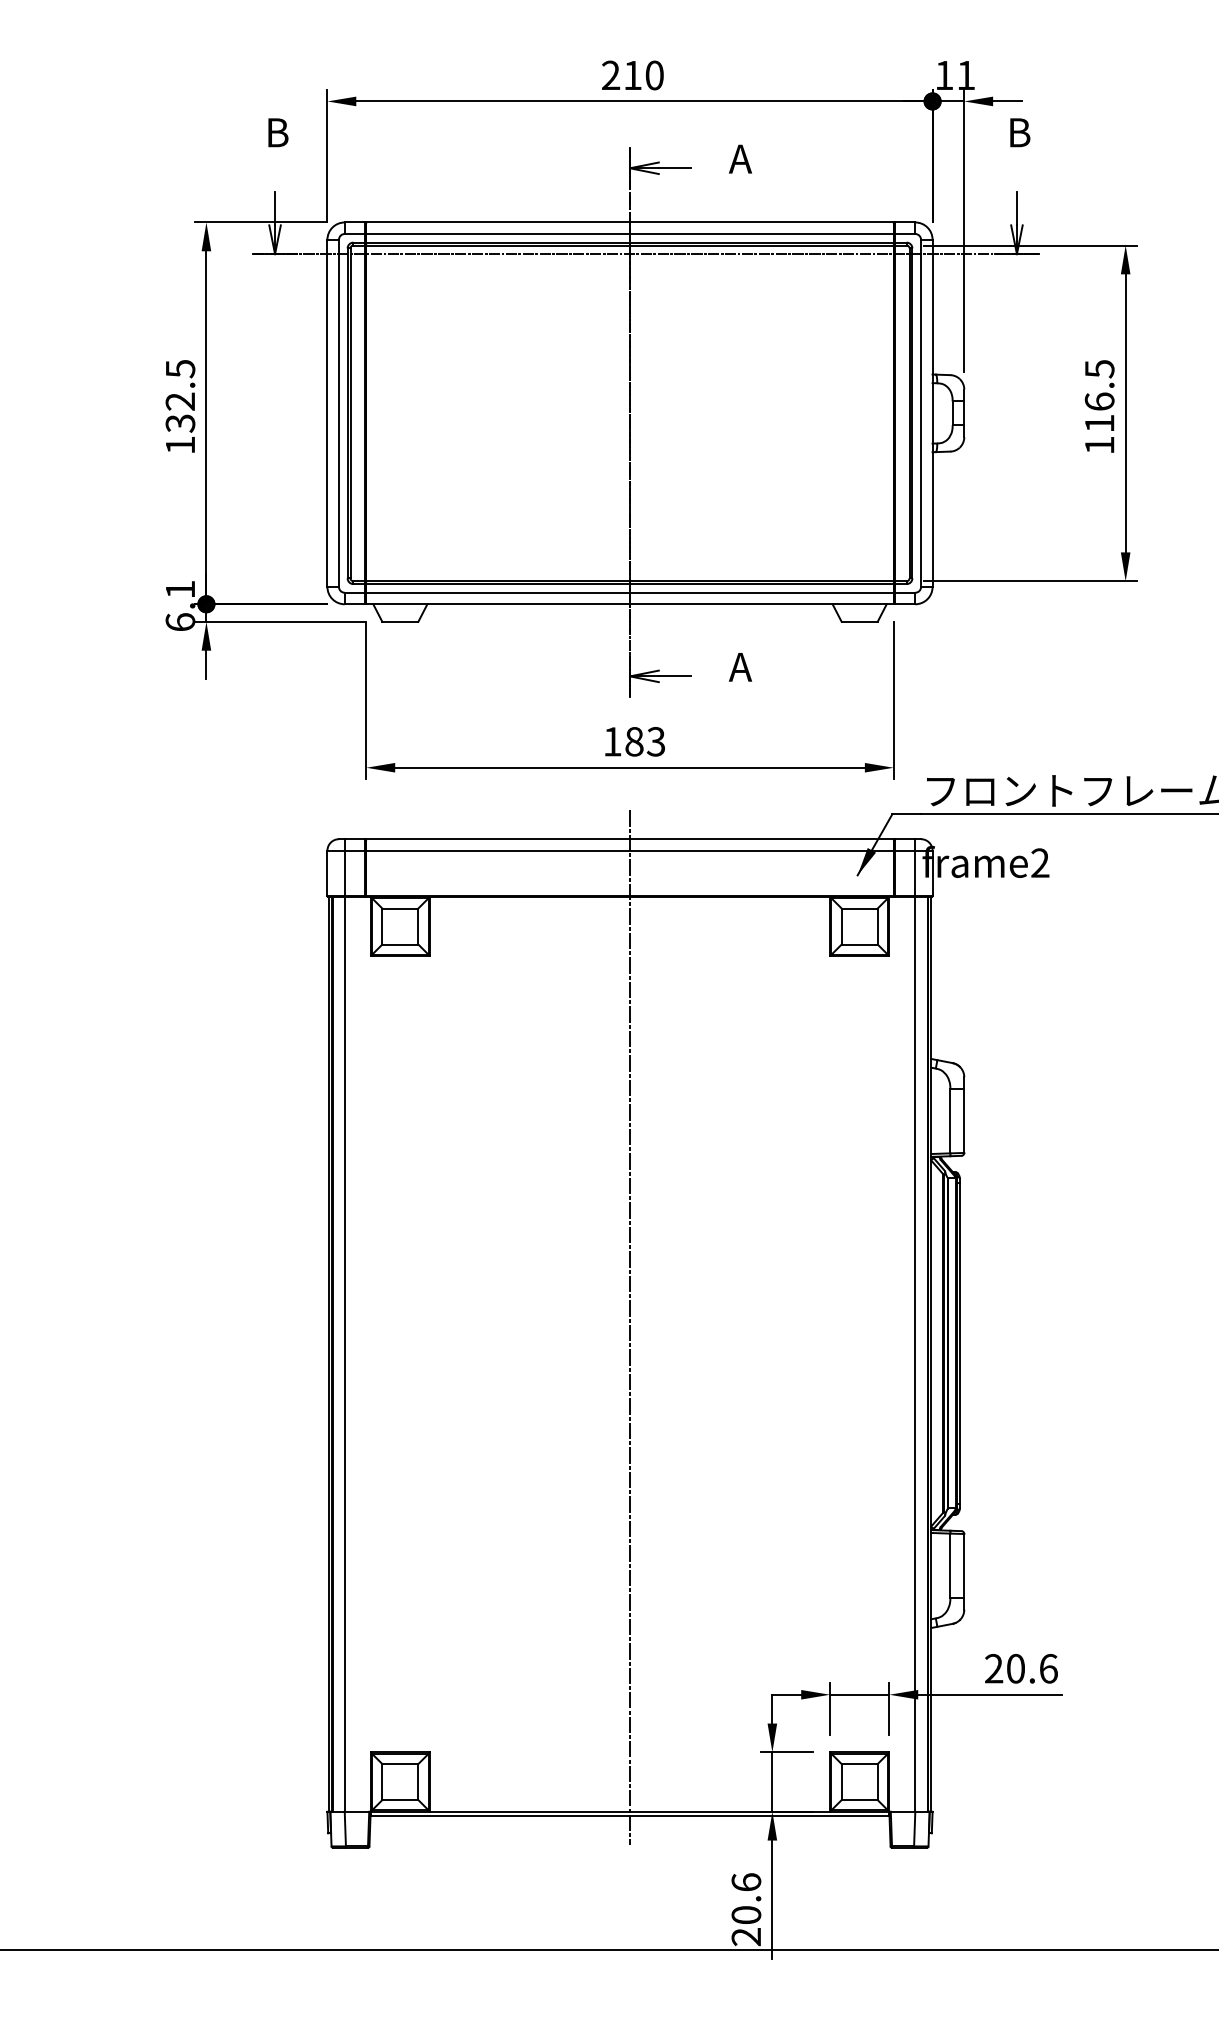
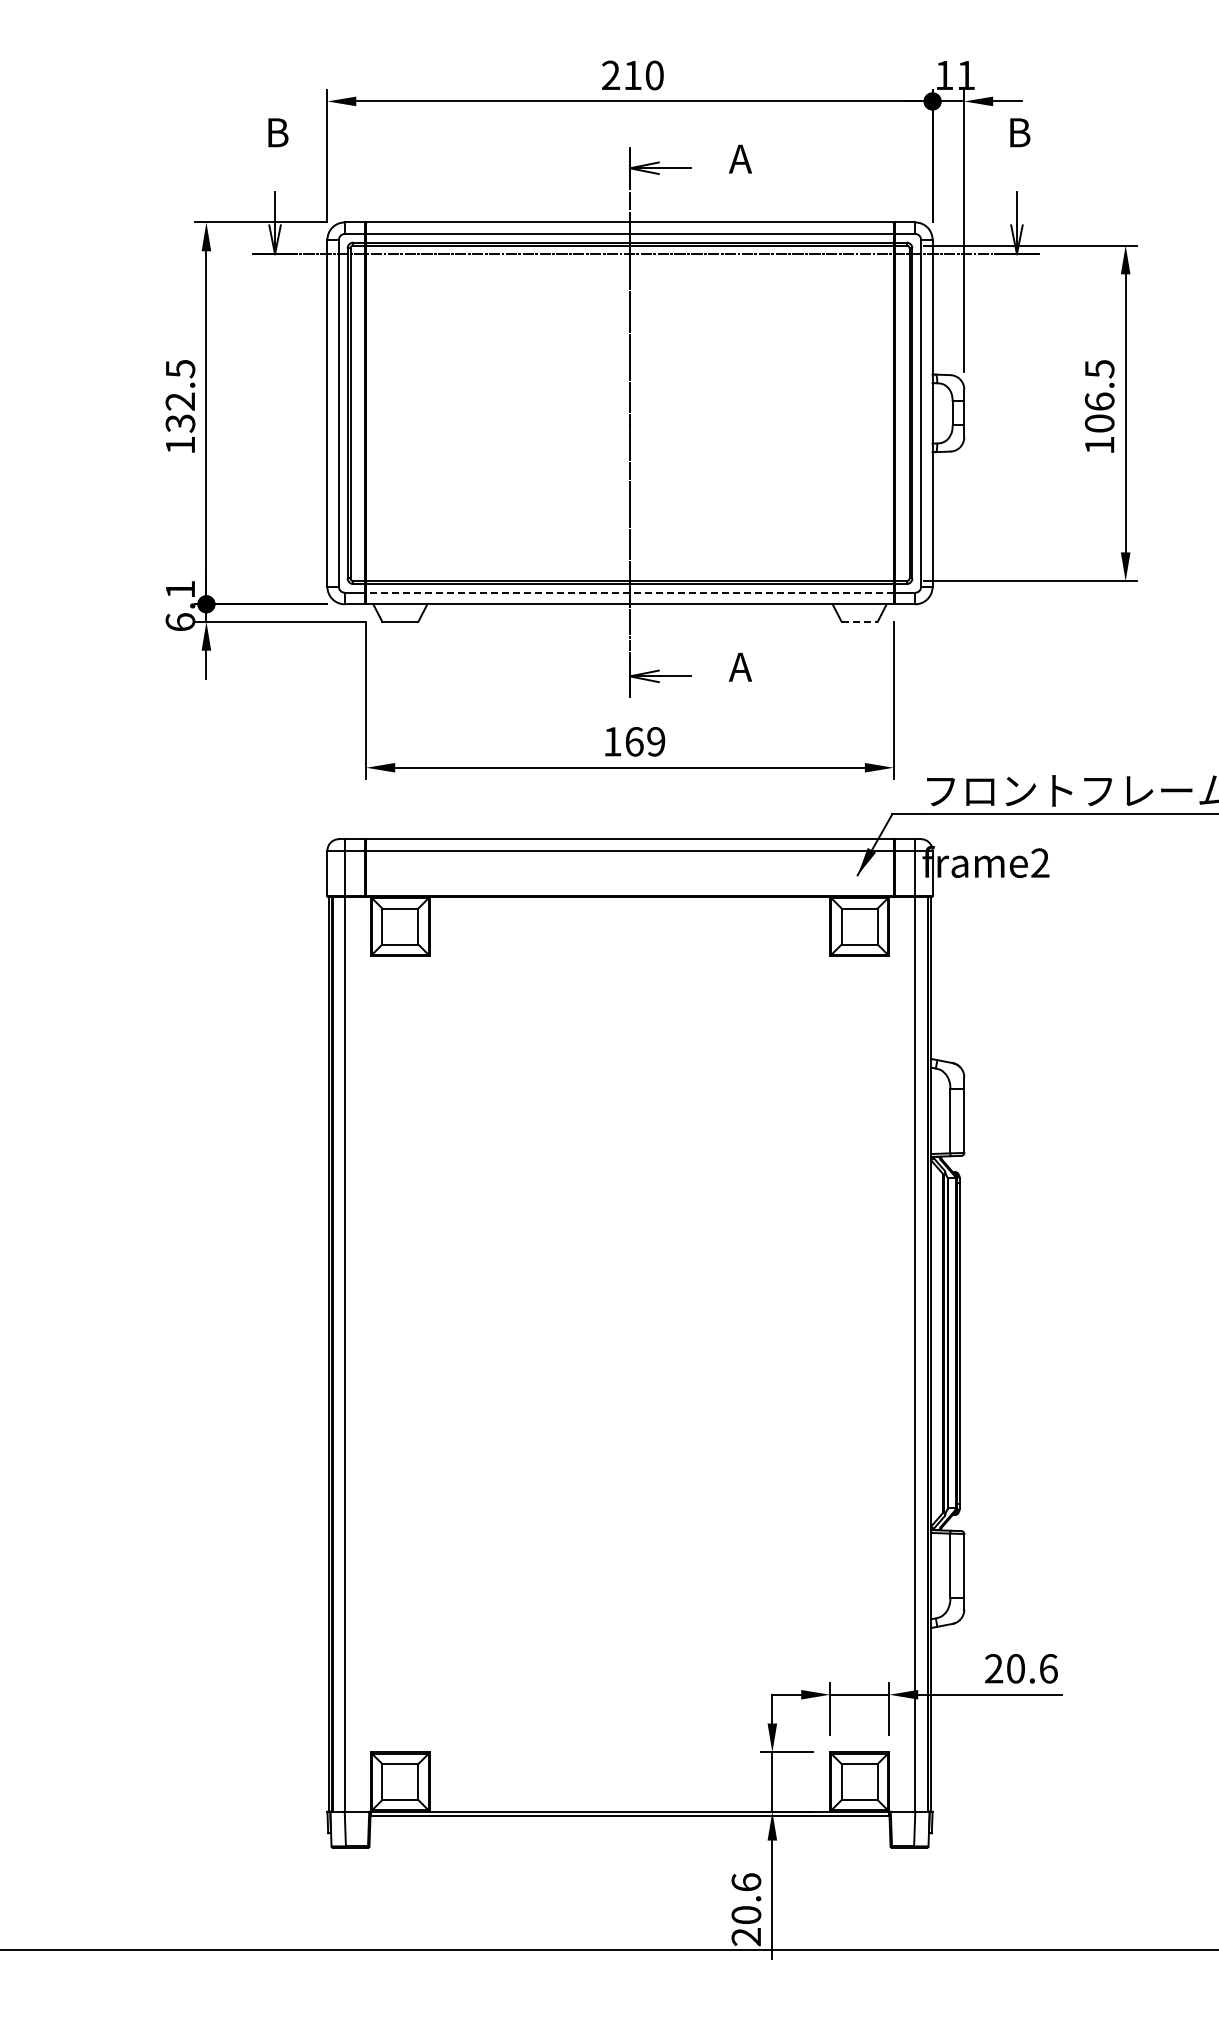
text at (1099, 423): 116.5 -> 106.5
line at (630, 592): solid -> dashed
line at (860, 621): solid -> dashed
text at (645, 741): 183 -> 169
line at (630, 1327): present -> none
